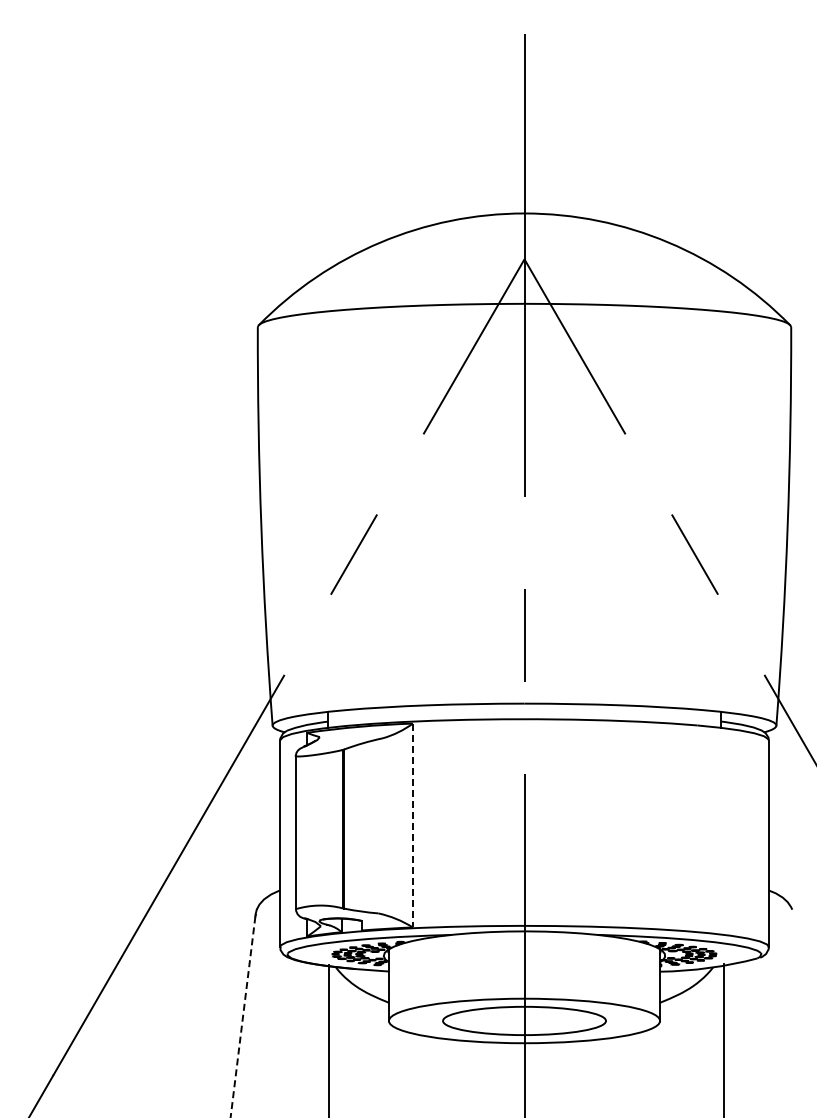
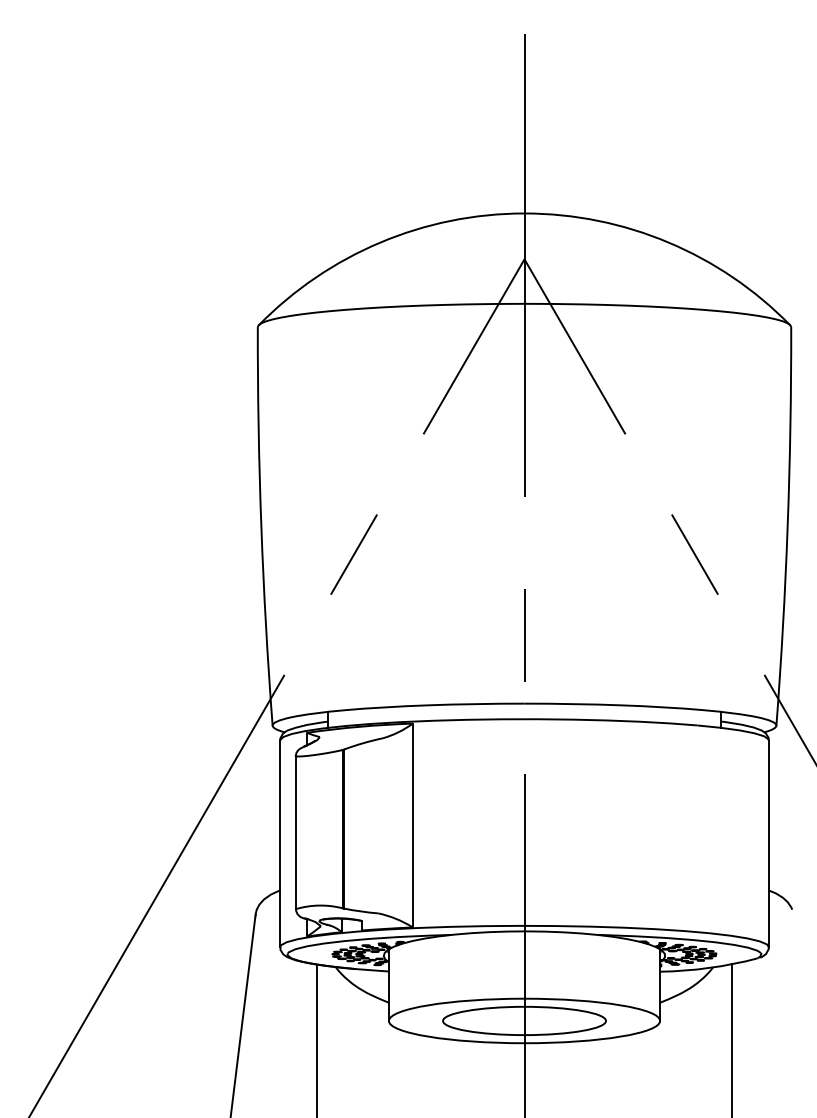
line at (412, 825): dashed -> solid
line at (243, 1016): dashed -> solid
line at (329, 1039) position: (329, 1039) -> (317, 1039)
line at (723, 1039) position: (723, 1039) -> (731, 1039)
